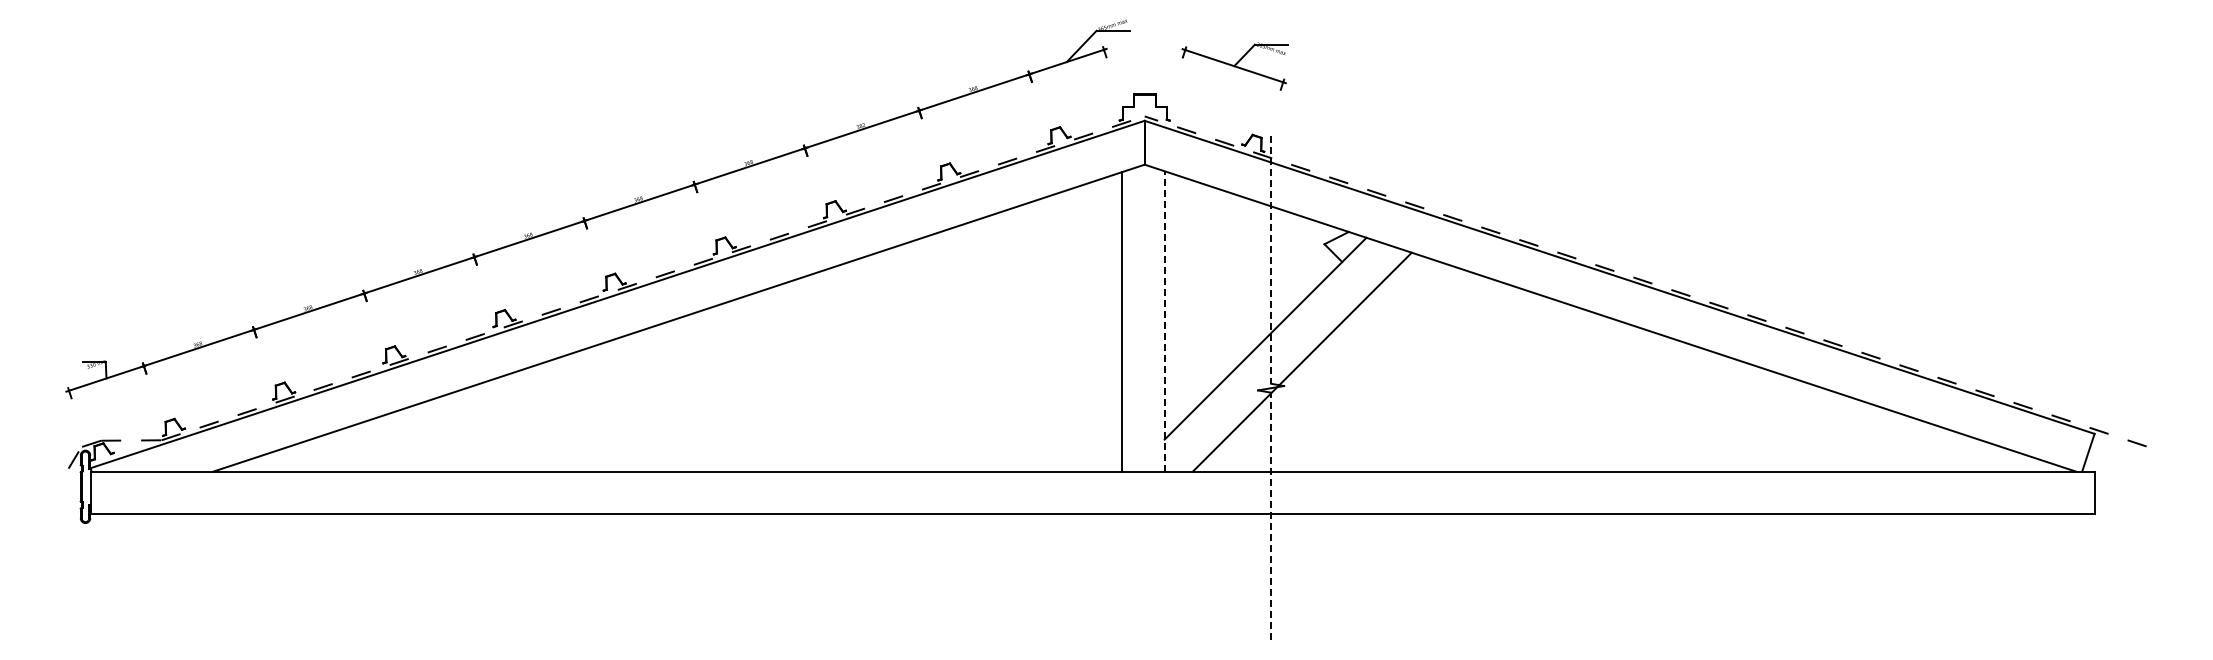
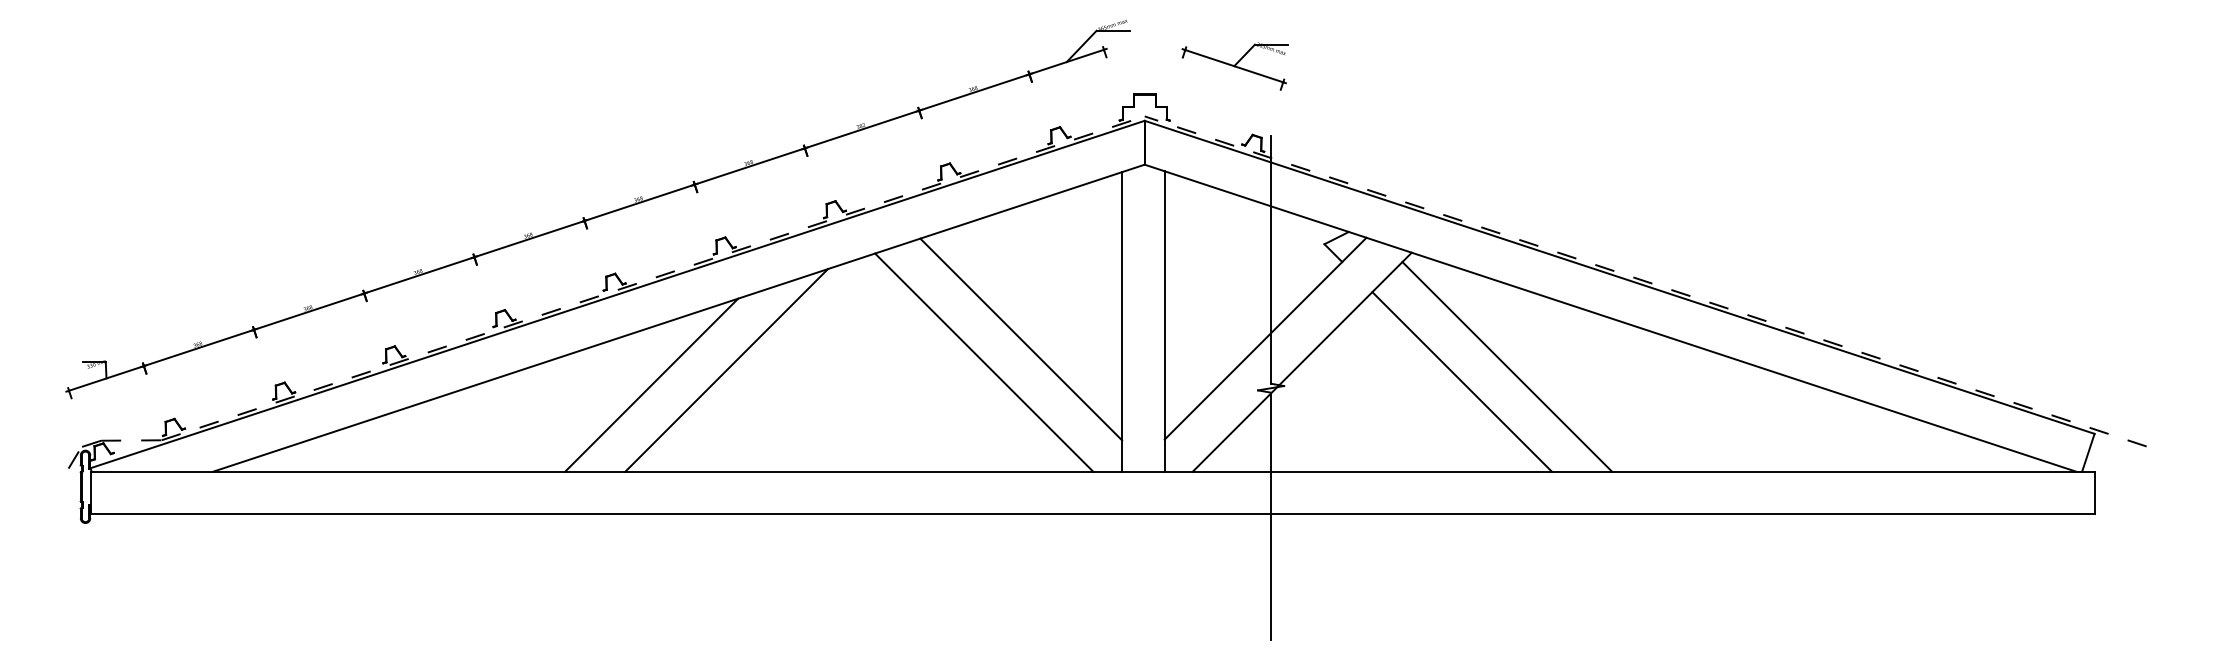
line at (1271, 259): dashed -> solid
line at (1164, 321): dashed -> solid
line at (1021, 339): none -> present
line at (984, 362): none -> present
line at (1507, 366): none -> present
line at (726, 370): none -> present
line at (1461, 381): none -> present
line at (651, 384): none -> present
line at (1271, 516): dashed -> solid
